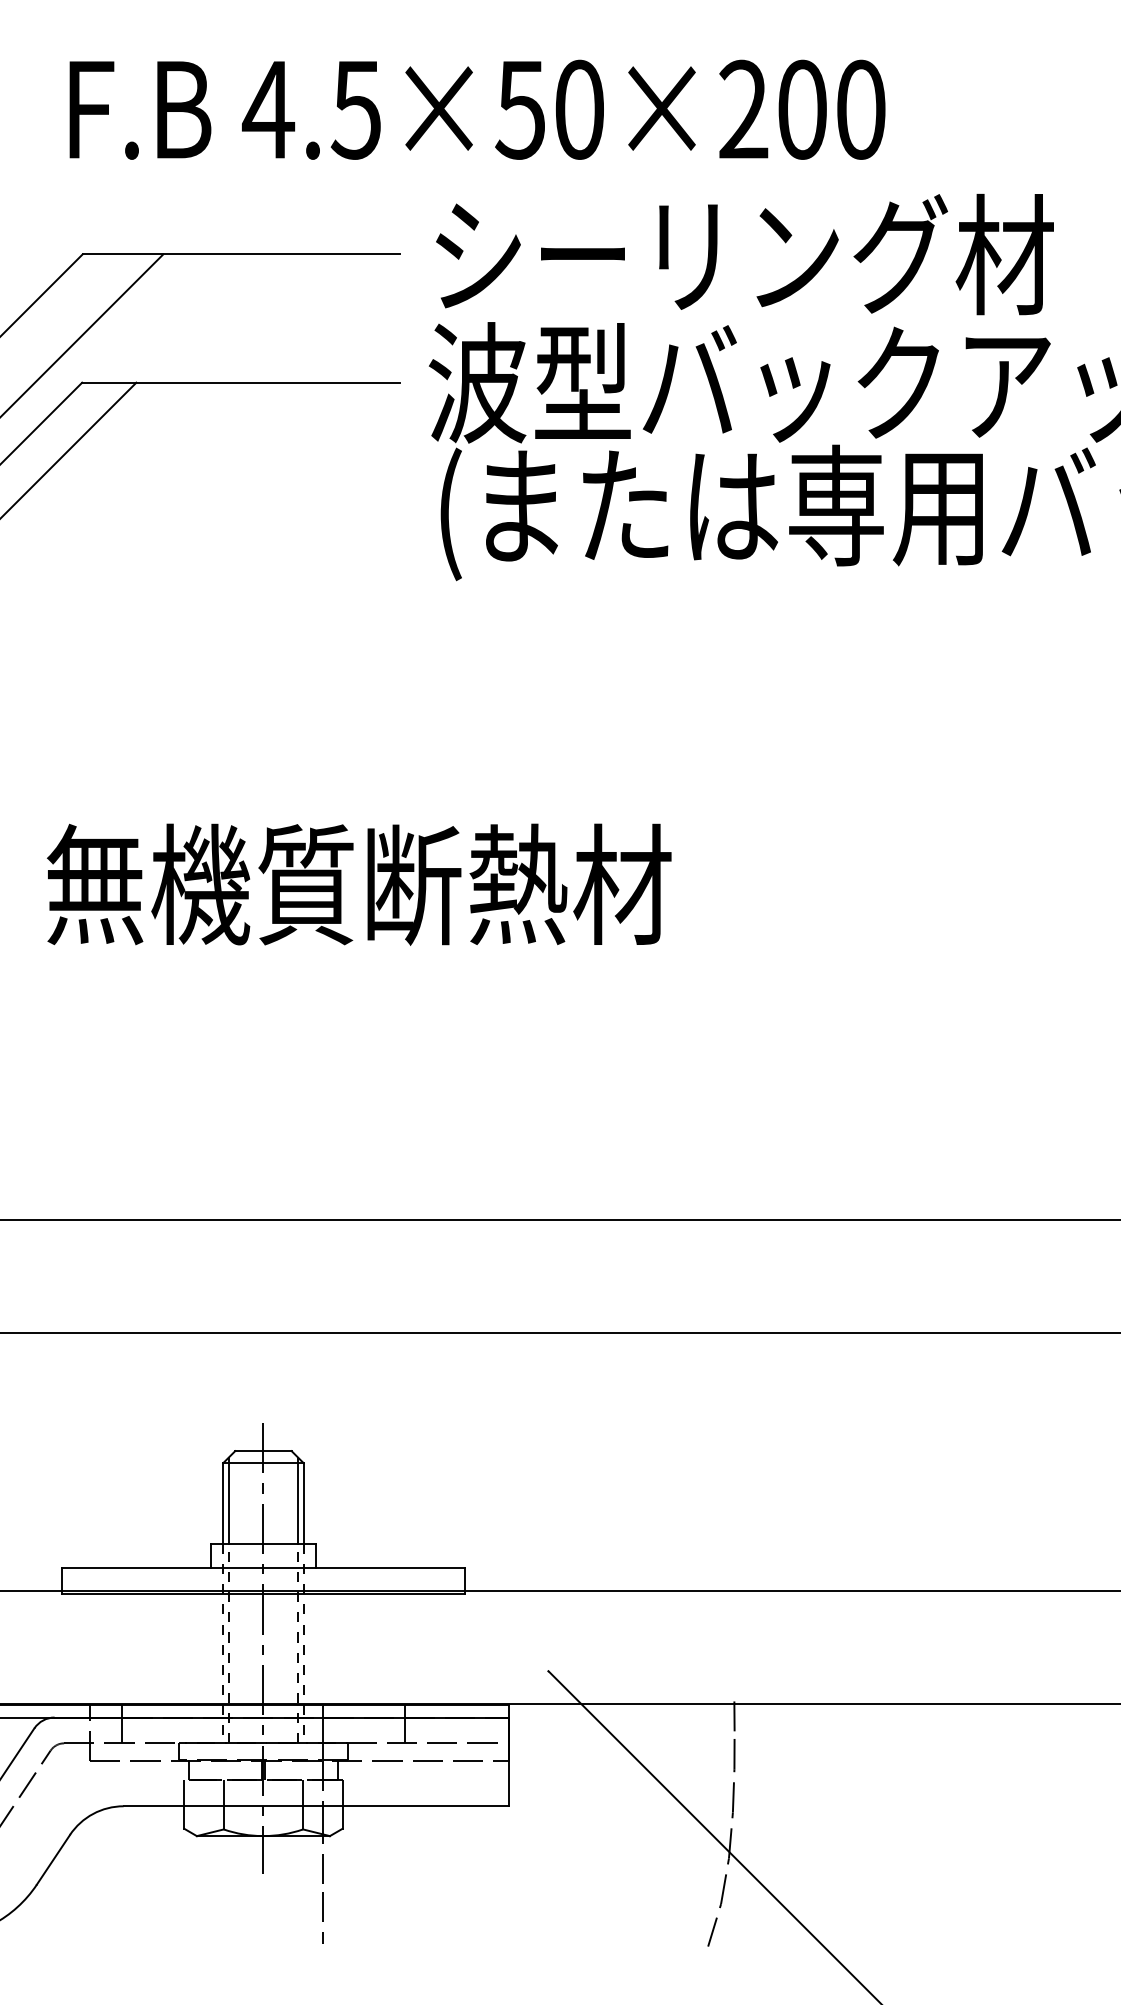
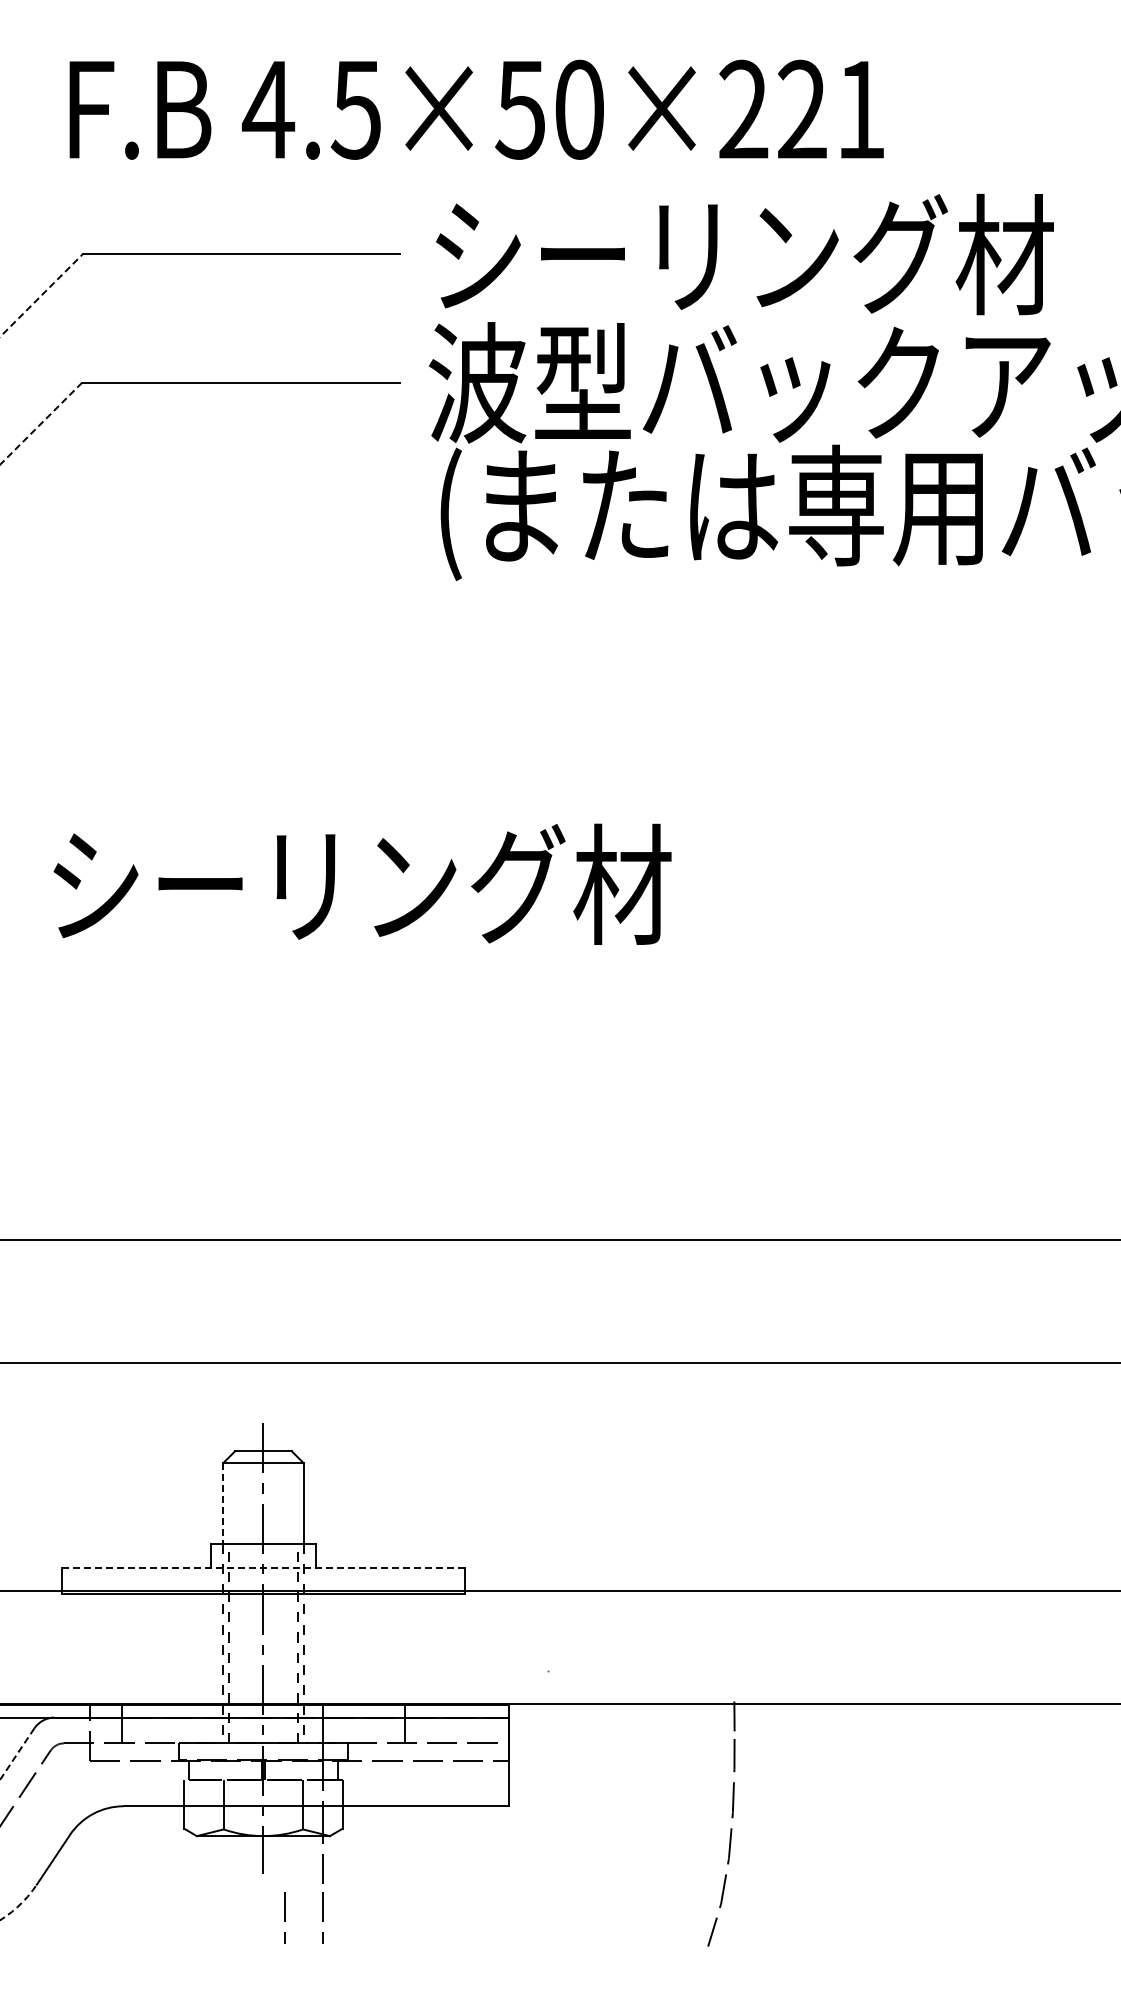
text at (831, 109): 4.5×50×200 -> 4.5×50×221
line at (41, 295): solid -> dashed
line at (82, 334): present -> none
line at (41, 423): solid -> dashed
line at (69, 449): present -> none
text at (306, 884): 無機質断熱材 -> シーリング材
line at (559, 1219) position: (559, 1219) -> (559, 1239)
line at (559, 1332) position: (559, 1332) -> (559, 1362)
line at (228, 1500): present -> none
line at (298, 1500): present -> none
line at (223, 1504): solid -> dashed
line at (263, 1568): solid -> dashed
line at (17, 1753): solid -> dashed
line at (713, 1836): present -> none
arc at (20, 1904): solid -> dashed
line at (284, 1917): none -> present
